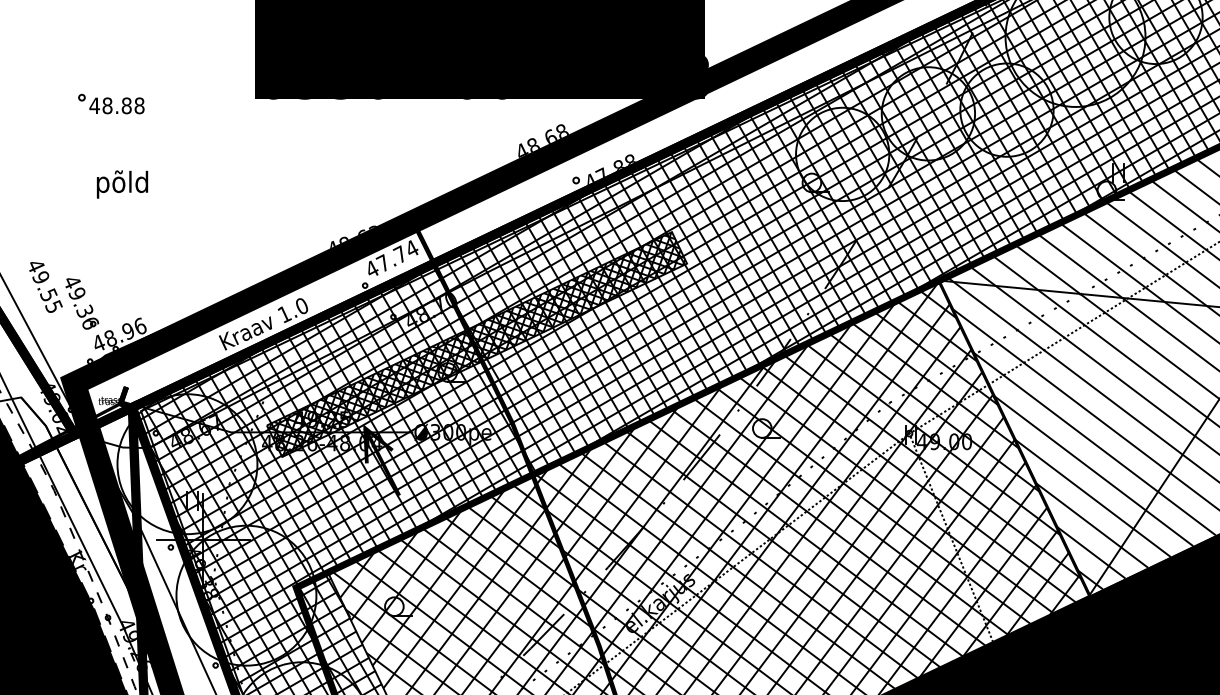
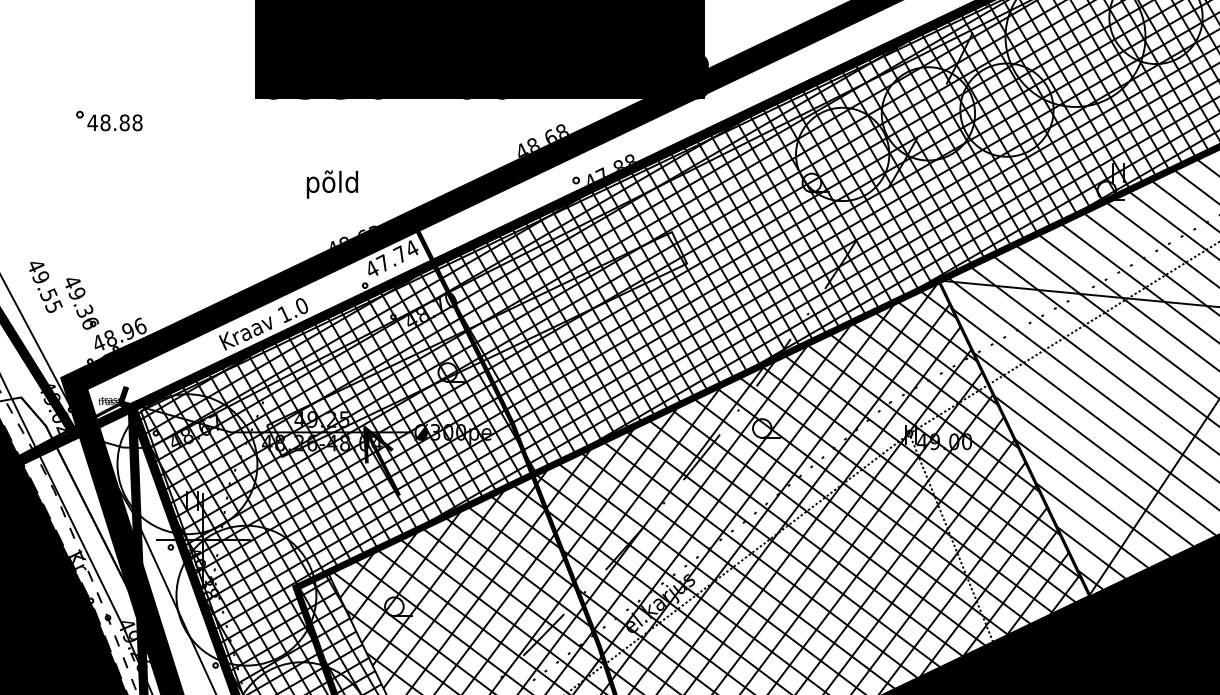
part at (111, 103) position: (111, 103) -> (109, 120)
text at (122, 184) position: (122, 184) -> (332, 184)
hatch at (476, 344): present -> none
